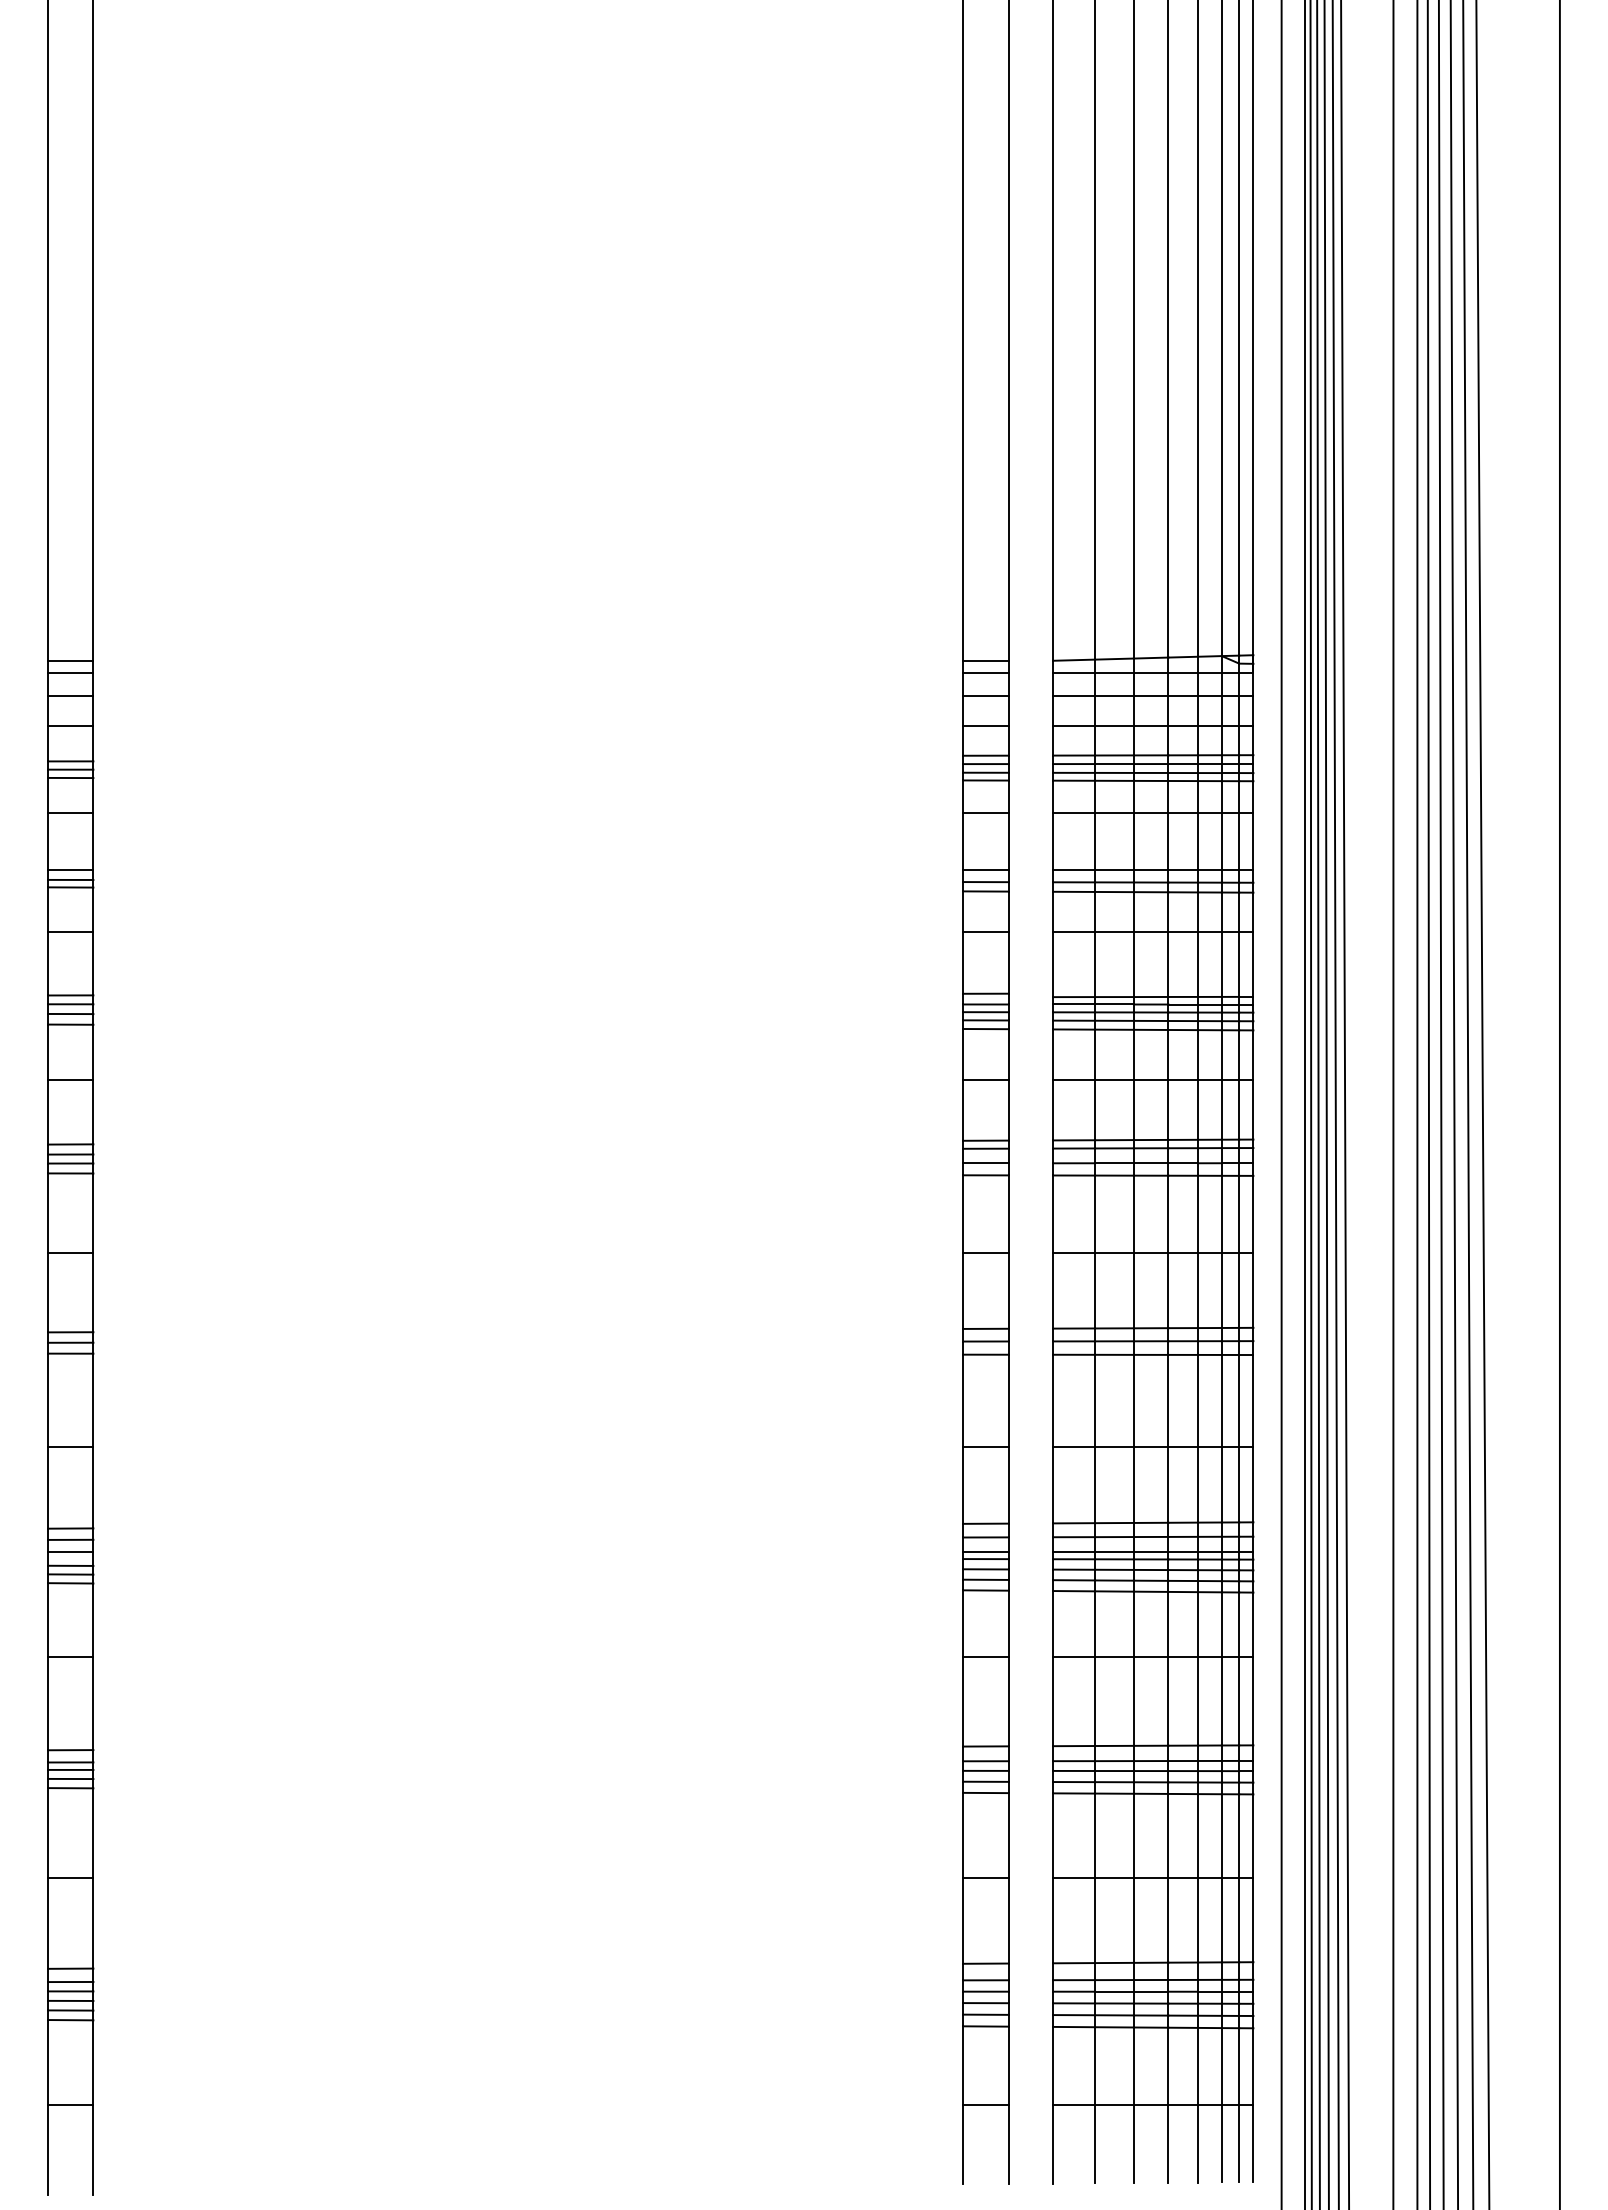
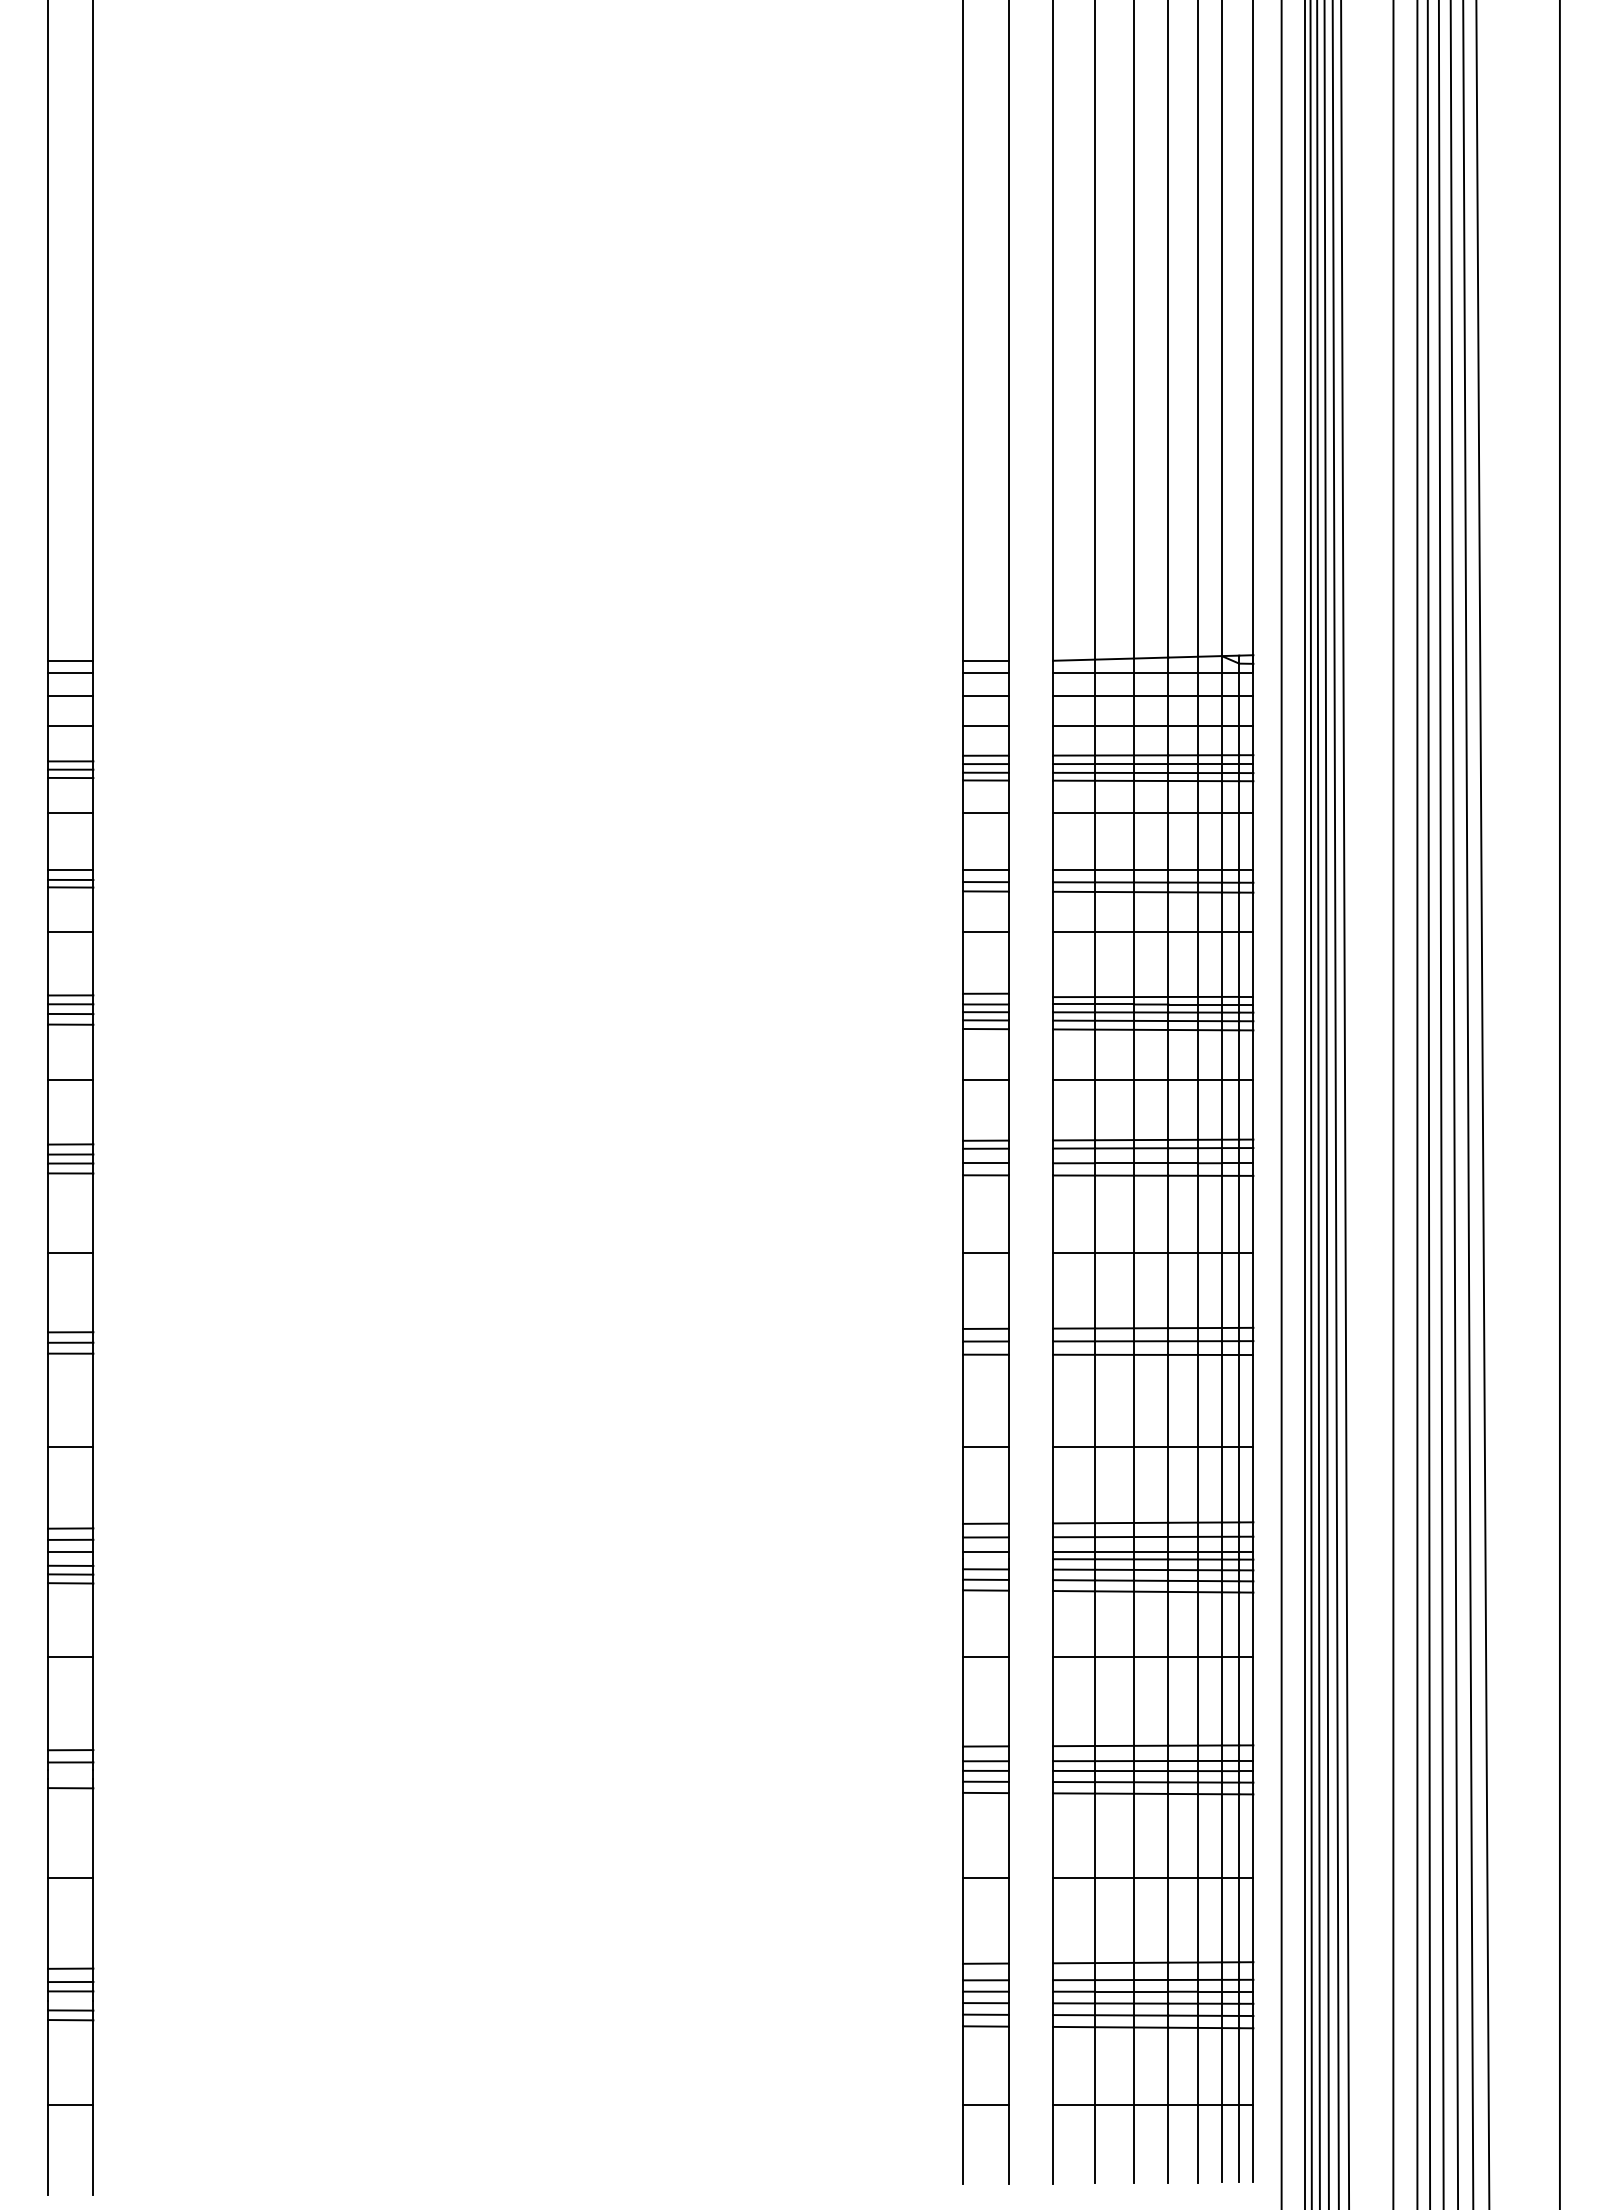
line at (1239, 328): present -> none
line at (985, 1559): present -> none
line at (70, 1769): present -> none
line at (70, 1778): present -> none
line at (70, 2000): present -> none
